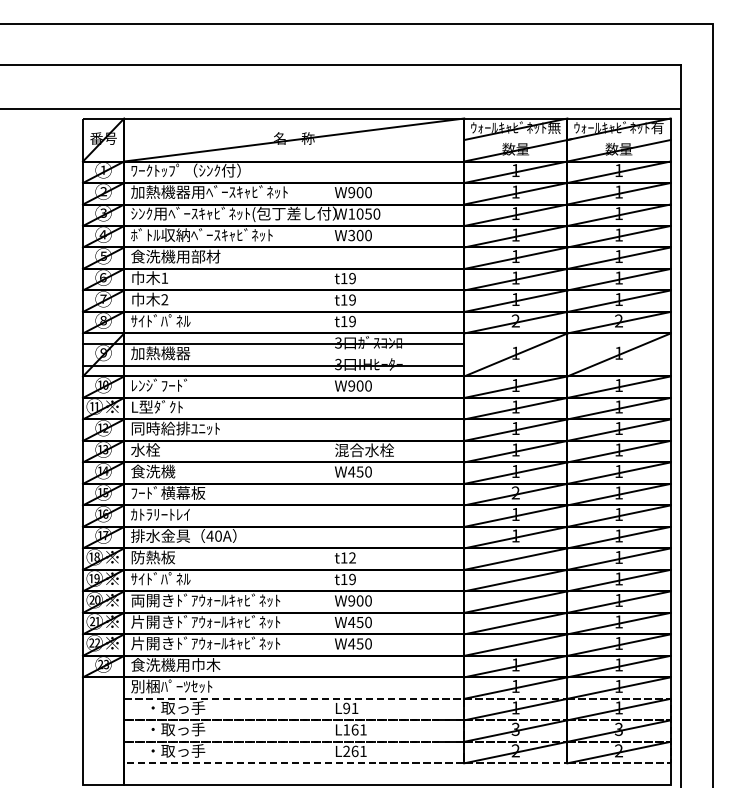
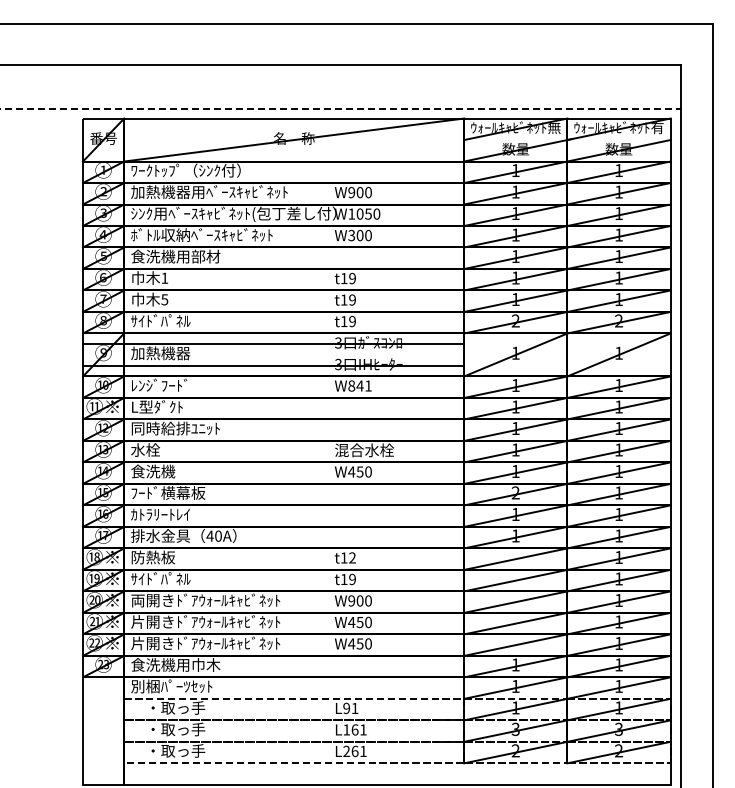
line at (341, 108): solid -> dashed
text at (164, 299): 2 -> 5
text at (359, 385): W900 -> W841
